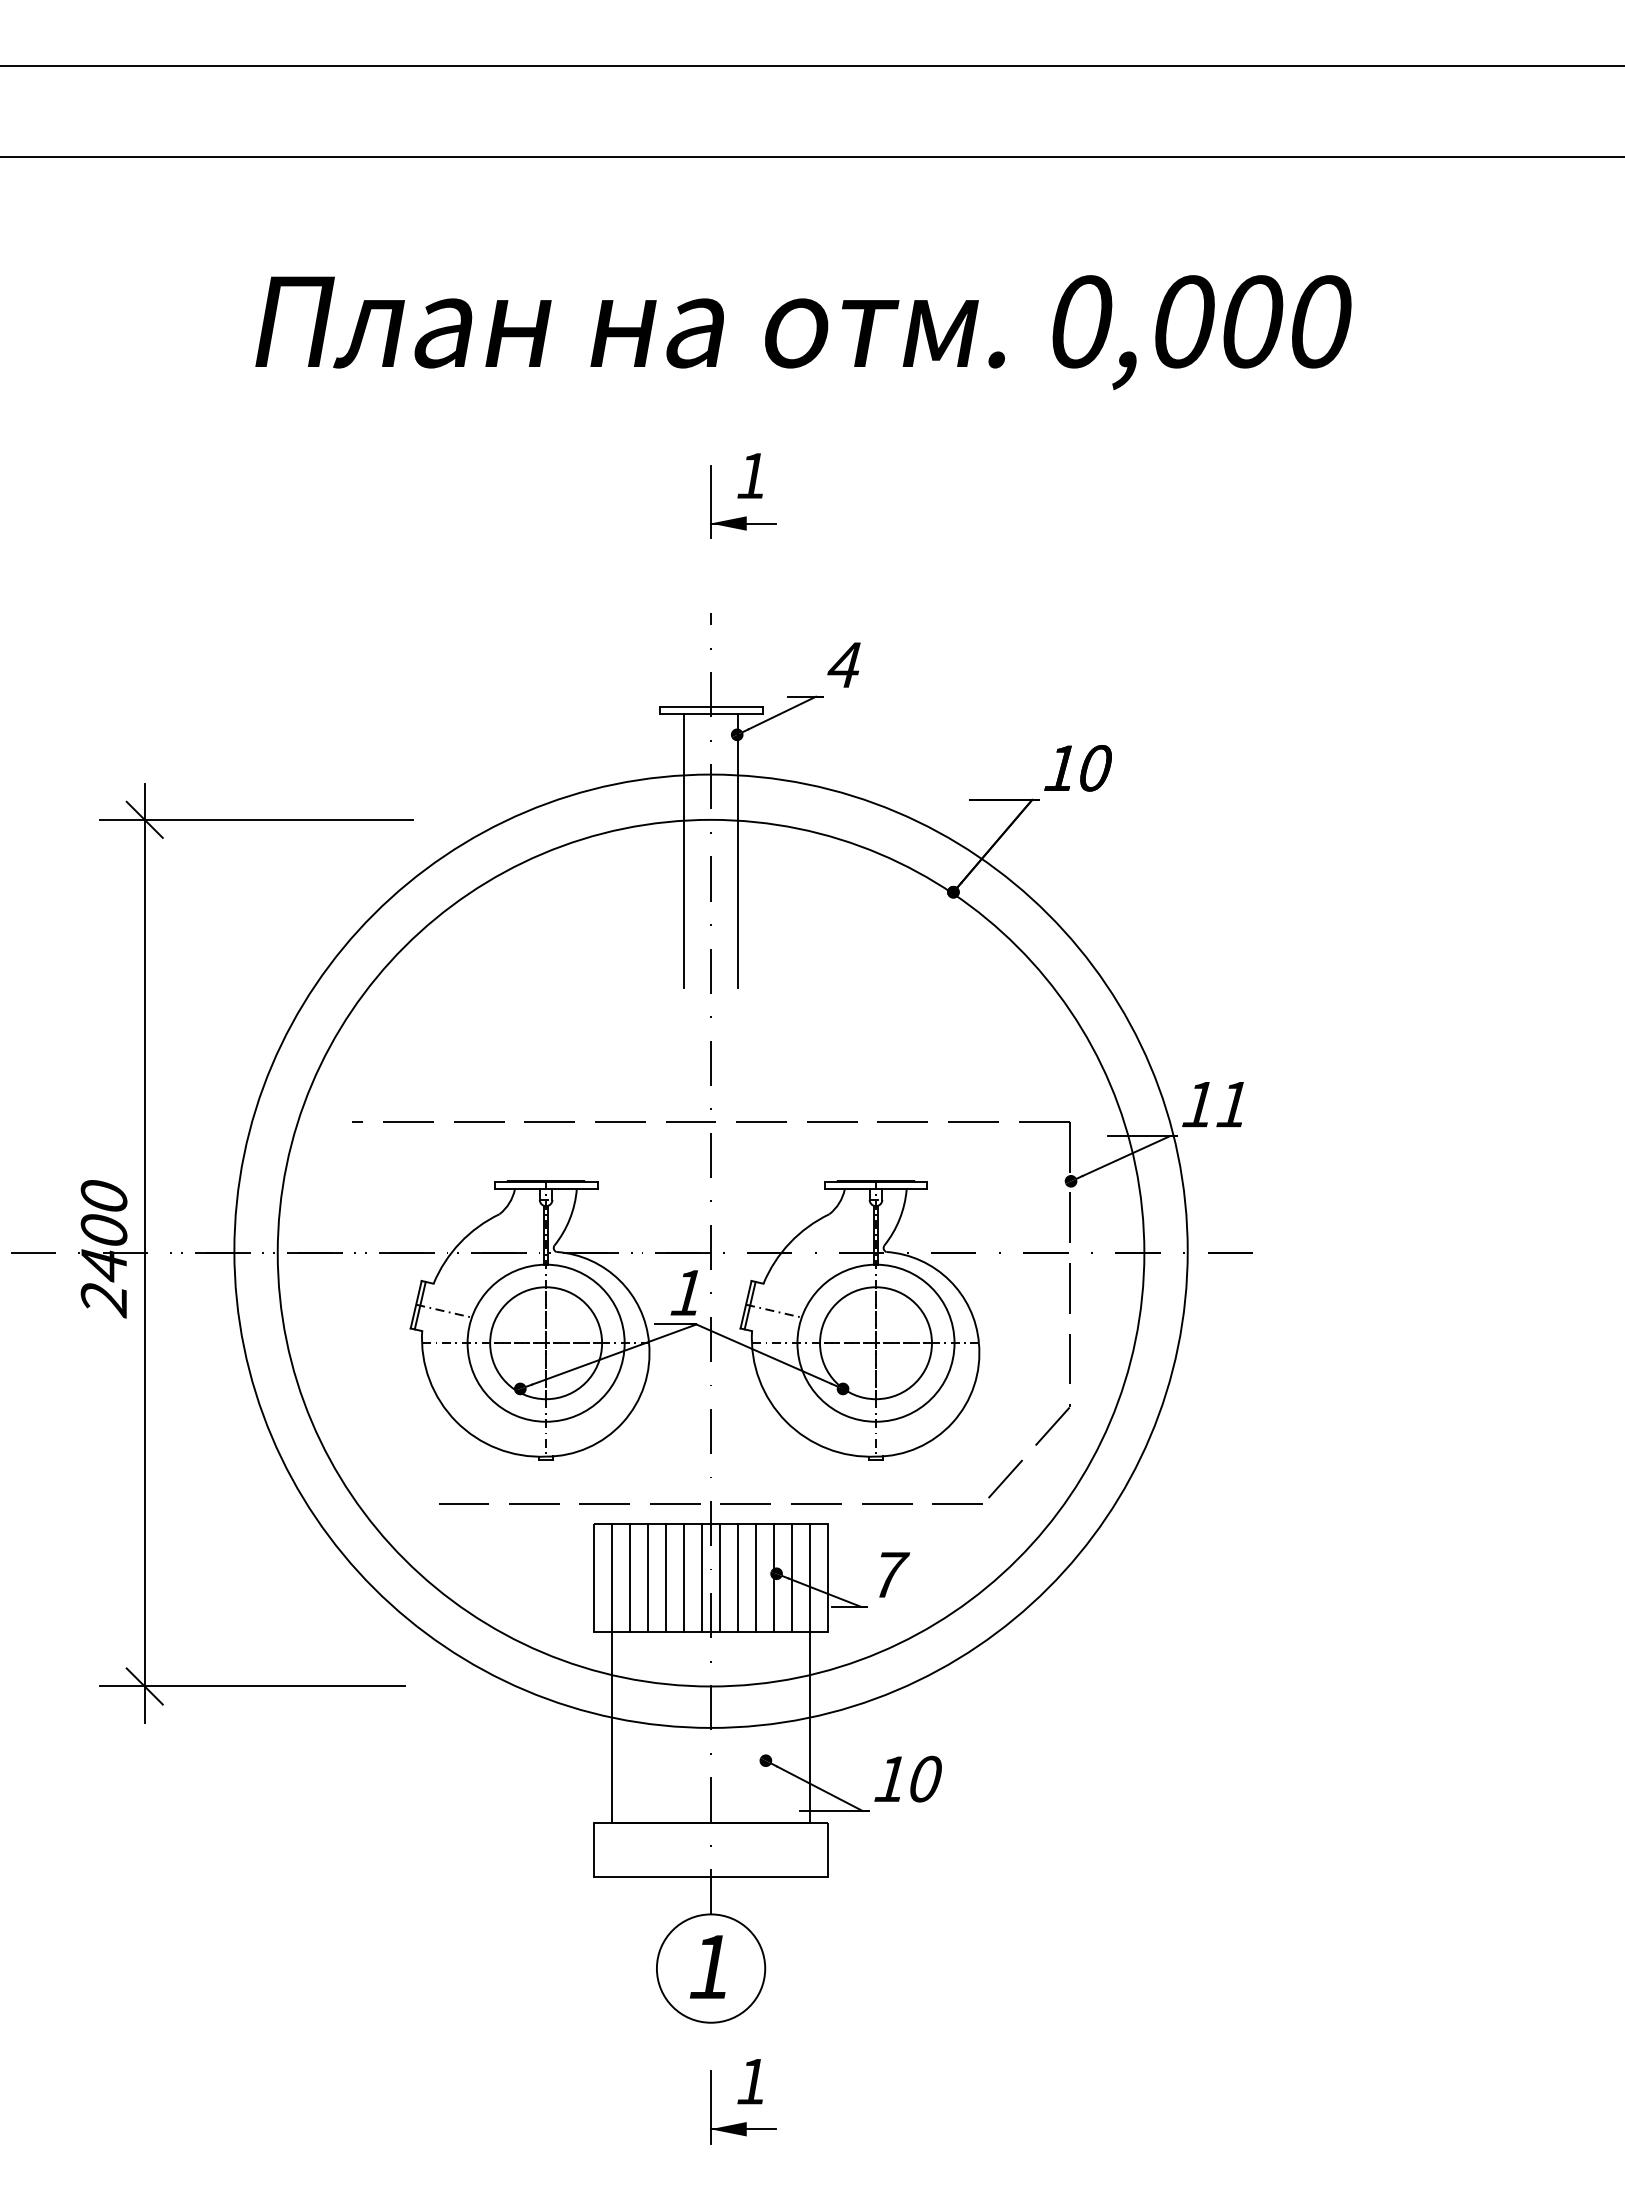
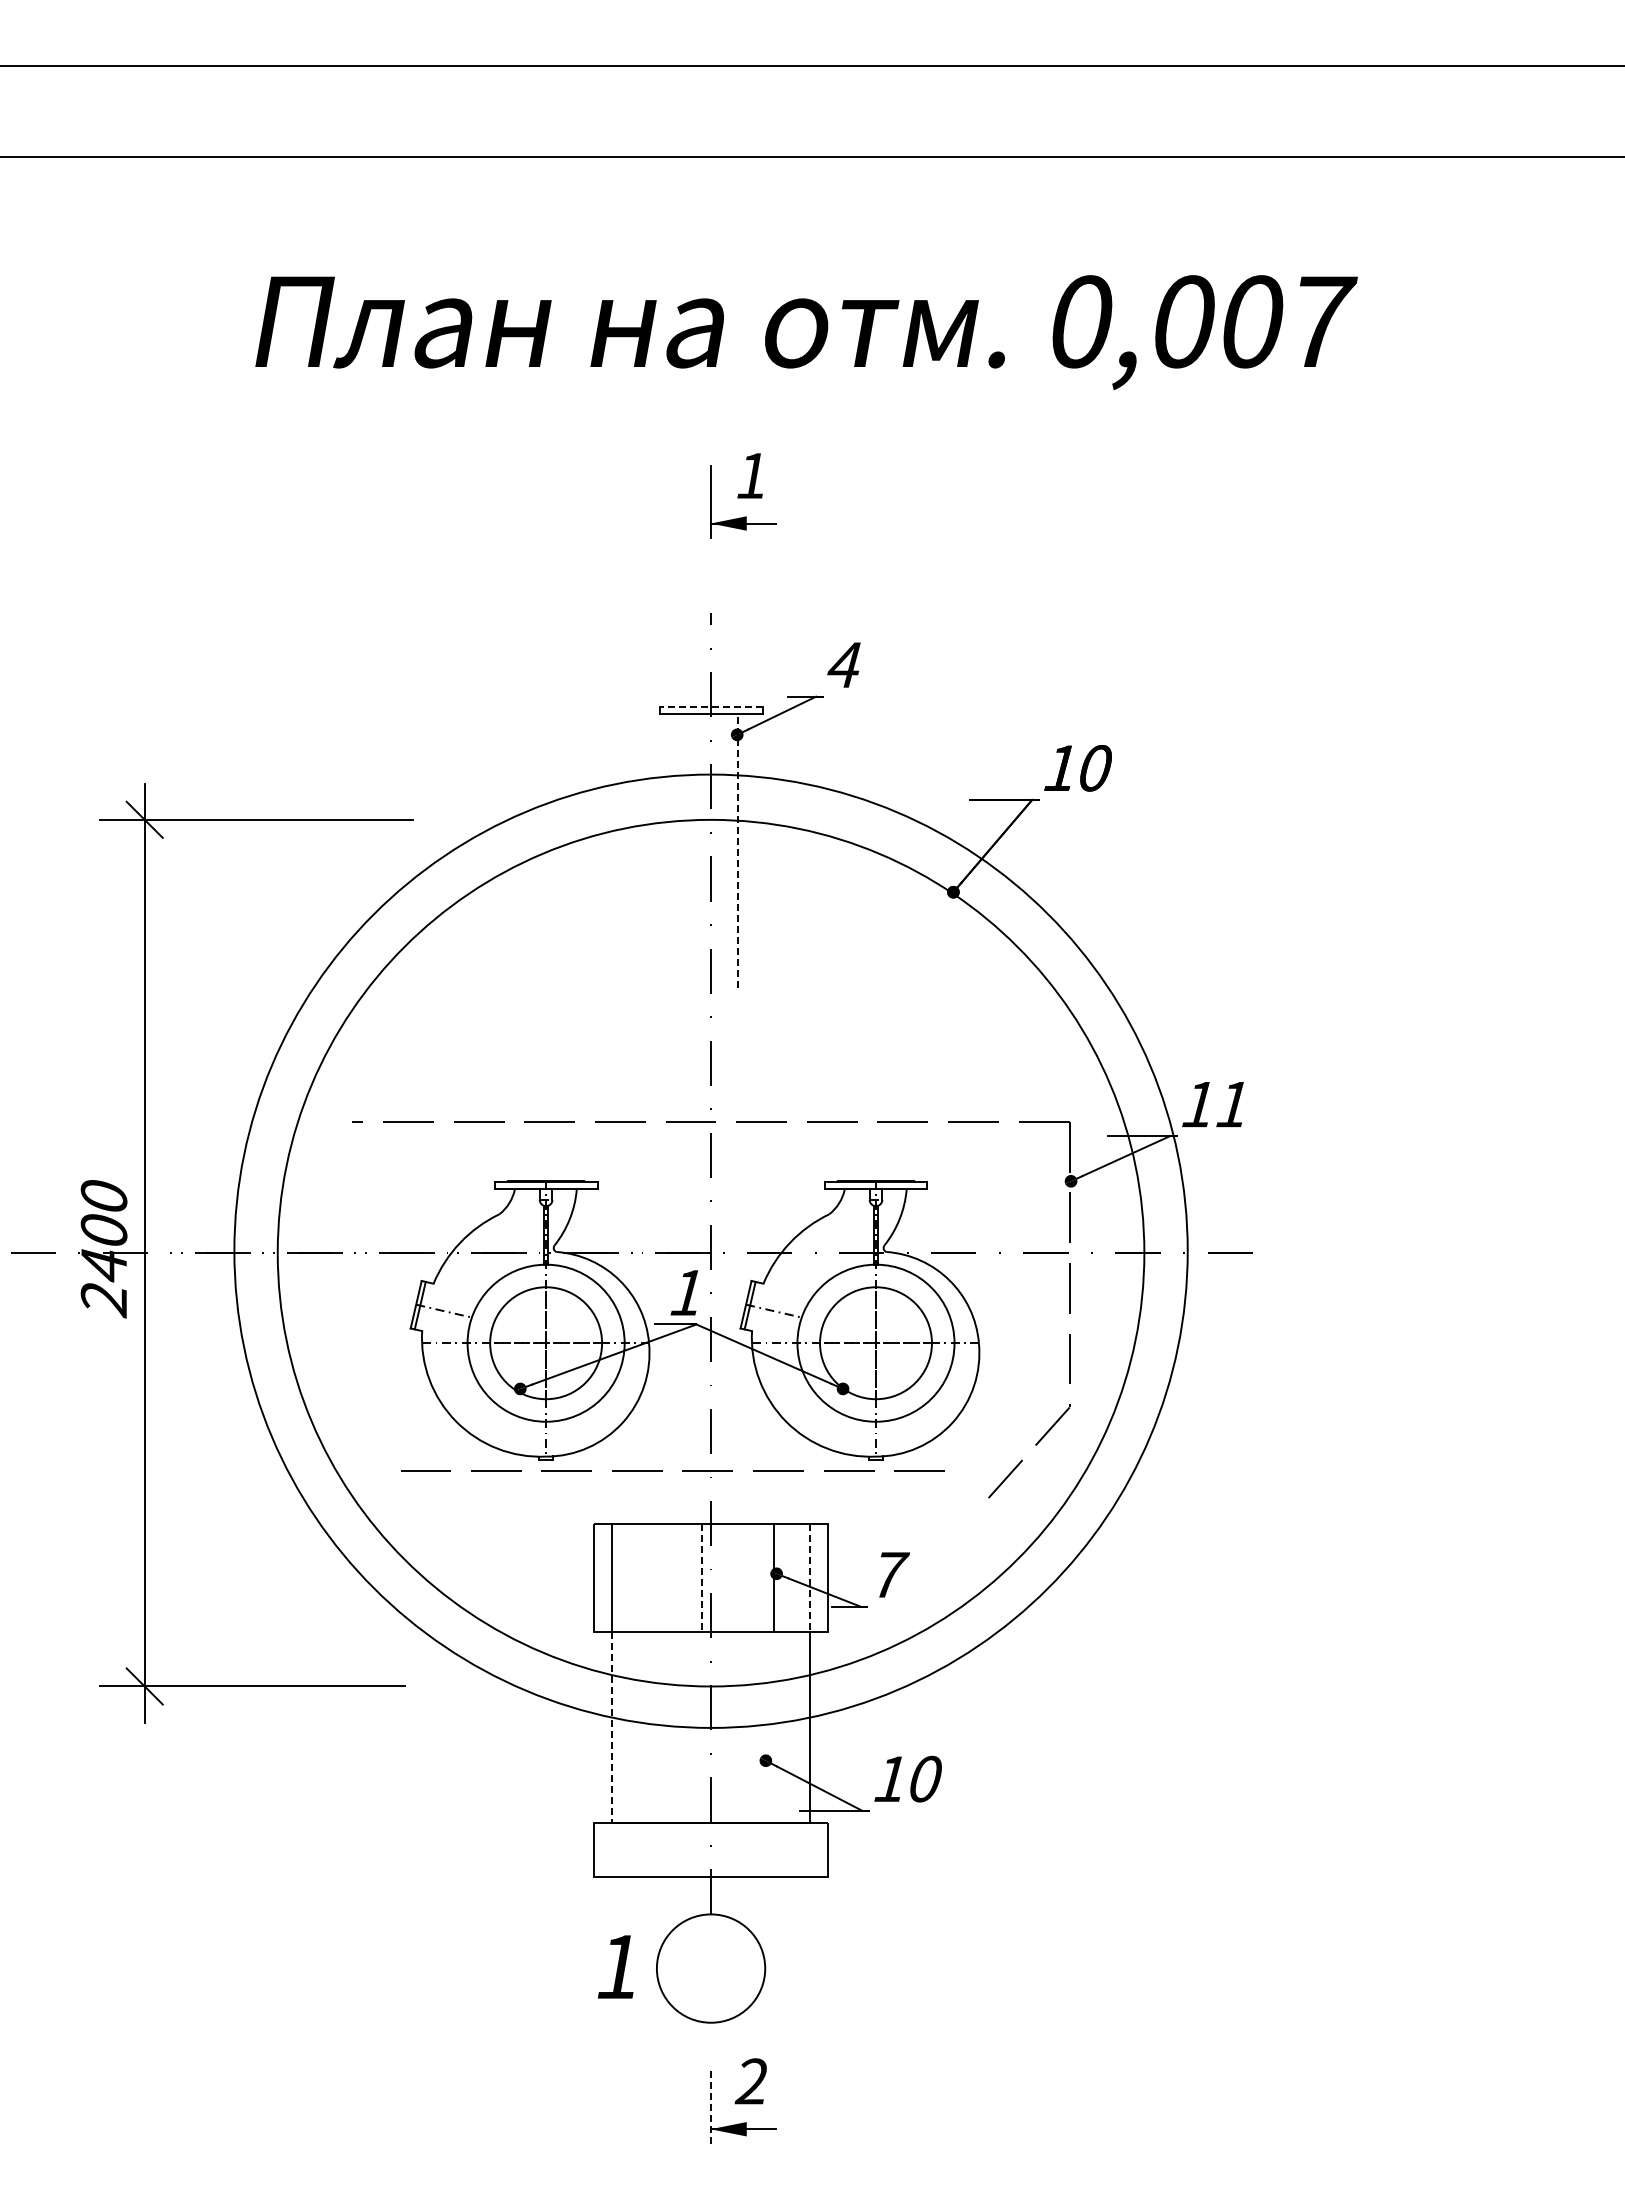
text at (1324, 321): 0,000 -> 0,007
line at (710, 706): solid -> dashed
line at (683, 850): present -> none
line at (738, 850): solid -> dashed
line at (700, 1503) position: (700, 1503) -> (662, 1470)
line at (629, 1578): present -> none
line at (647, 1578): present -> none
line at (665, 1578): present -> none
line at (683, 1578): present -> none
line at (702, 1578): solid -> dashed
line at (720, 1578): present -> none
line at (738, 1578): present -> none
line at (756, 1578): present -> none
line at (792, 1578): present -> none
line at (810, 1578): solid -> dashed
line at (611, 1728): solid -> dashed
text at (707, 1966) position: (707, 1966) -> (615, 1966)
text at (750, 2081): 1 -> 2
line at (710, 2108): solid -> dashed
